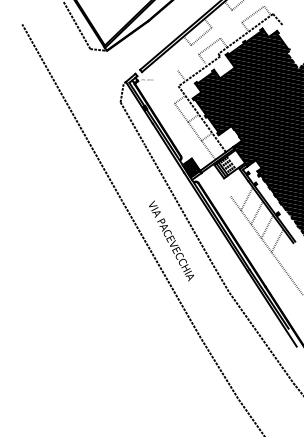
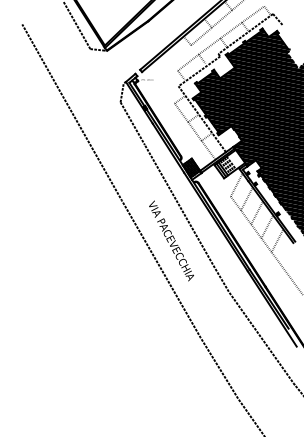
line at (221, 18): none -> present
line at (231, 30): none -> present
line at (188, 62): none -> present
line at (236, 184): none -> present
